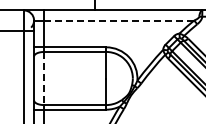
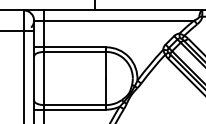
line at (118, 20): dashed -> solid
line at (44, 78): dashed -> solid
